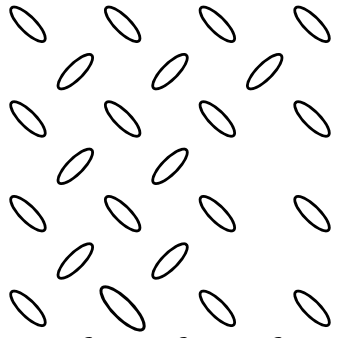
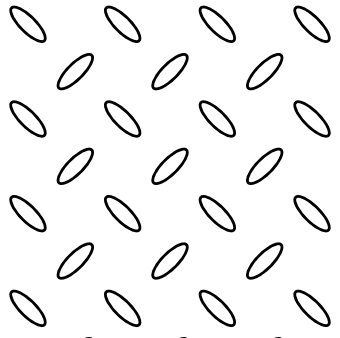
part at (264, 165): none -> present
part at (264, 260): none -> present
part at (122, 308) size: 47x47 px -> 38x38 px
